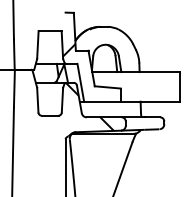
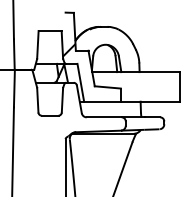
hatch at (89, 106): present -> none
